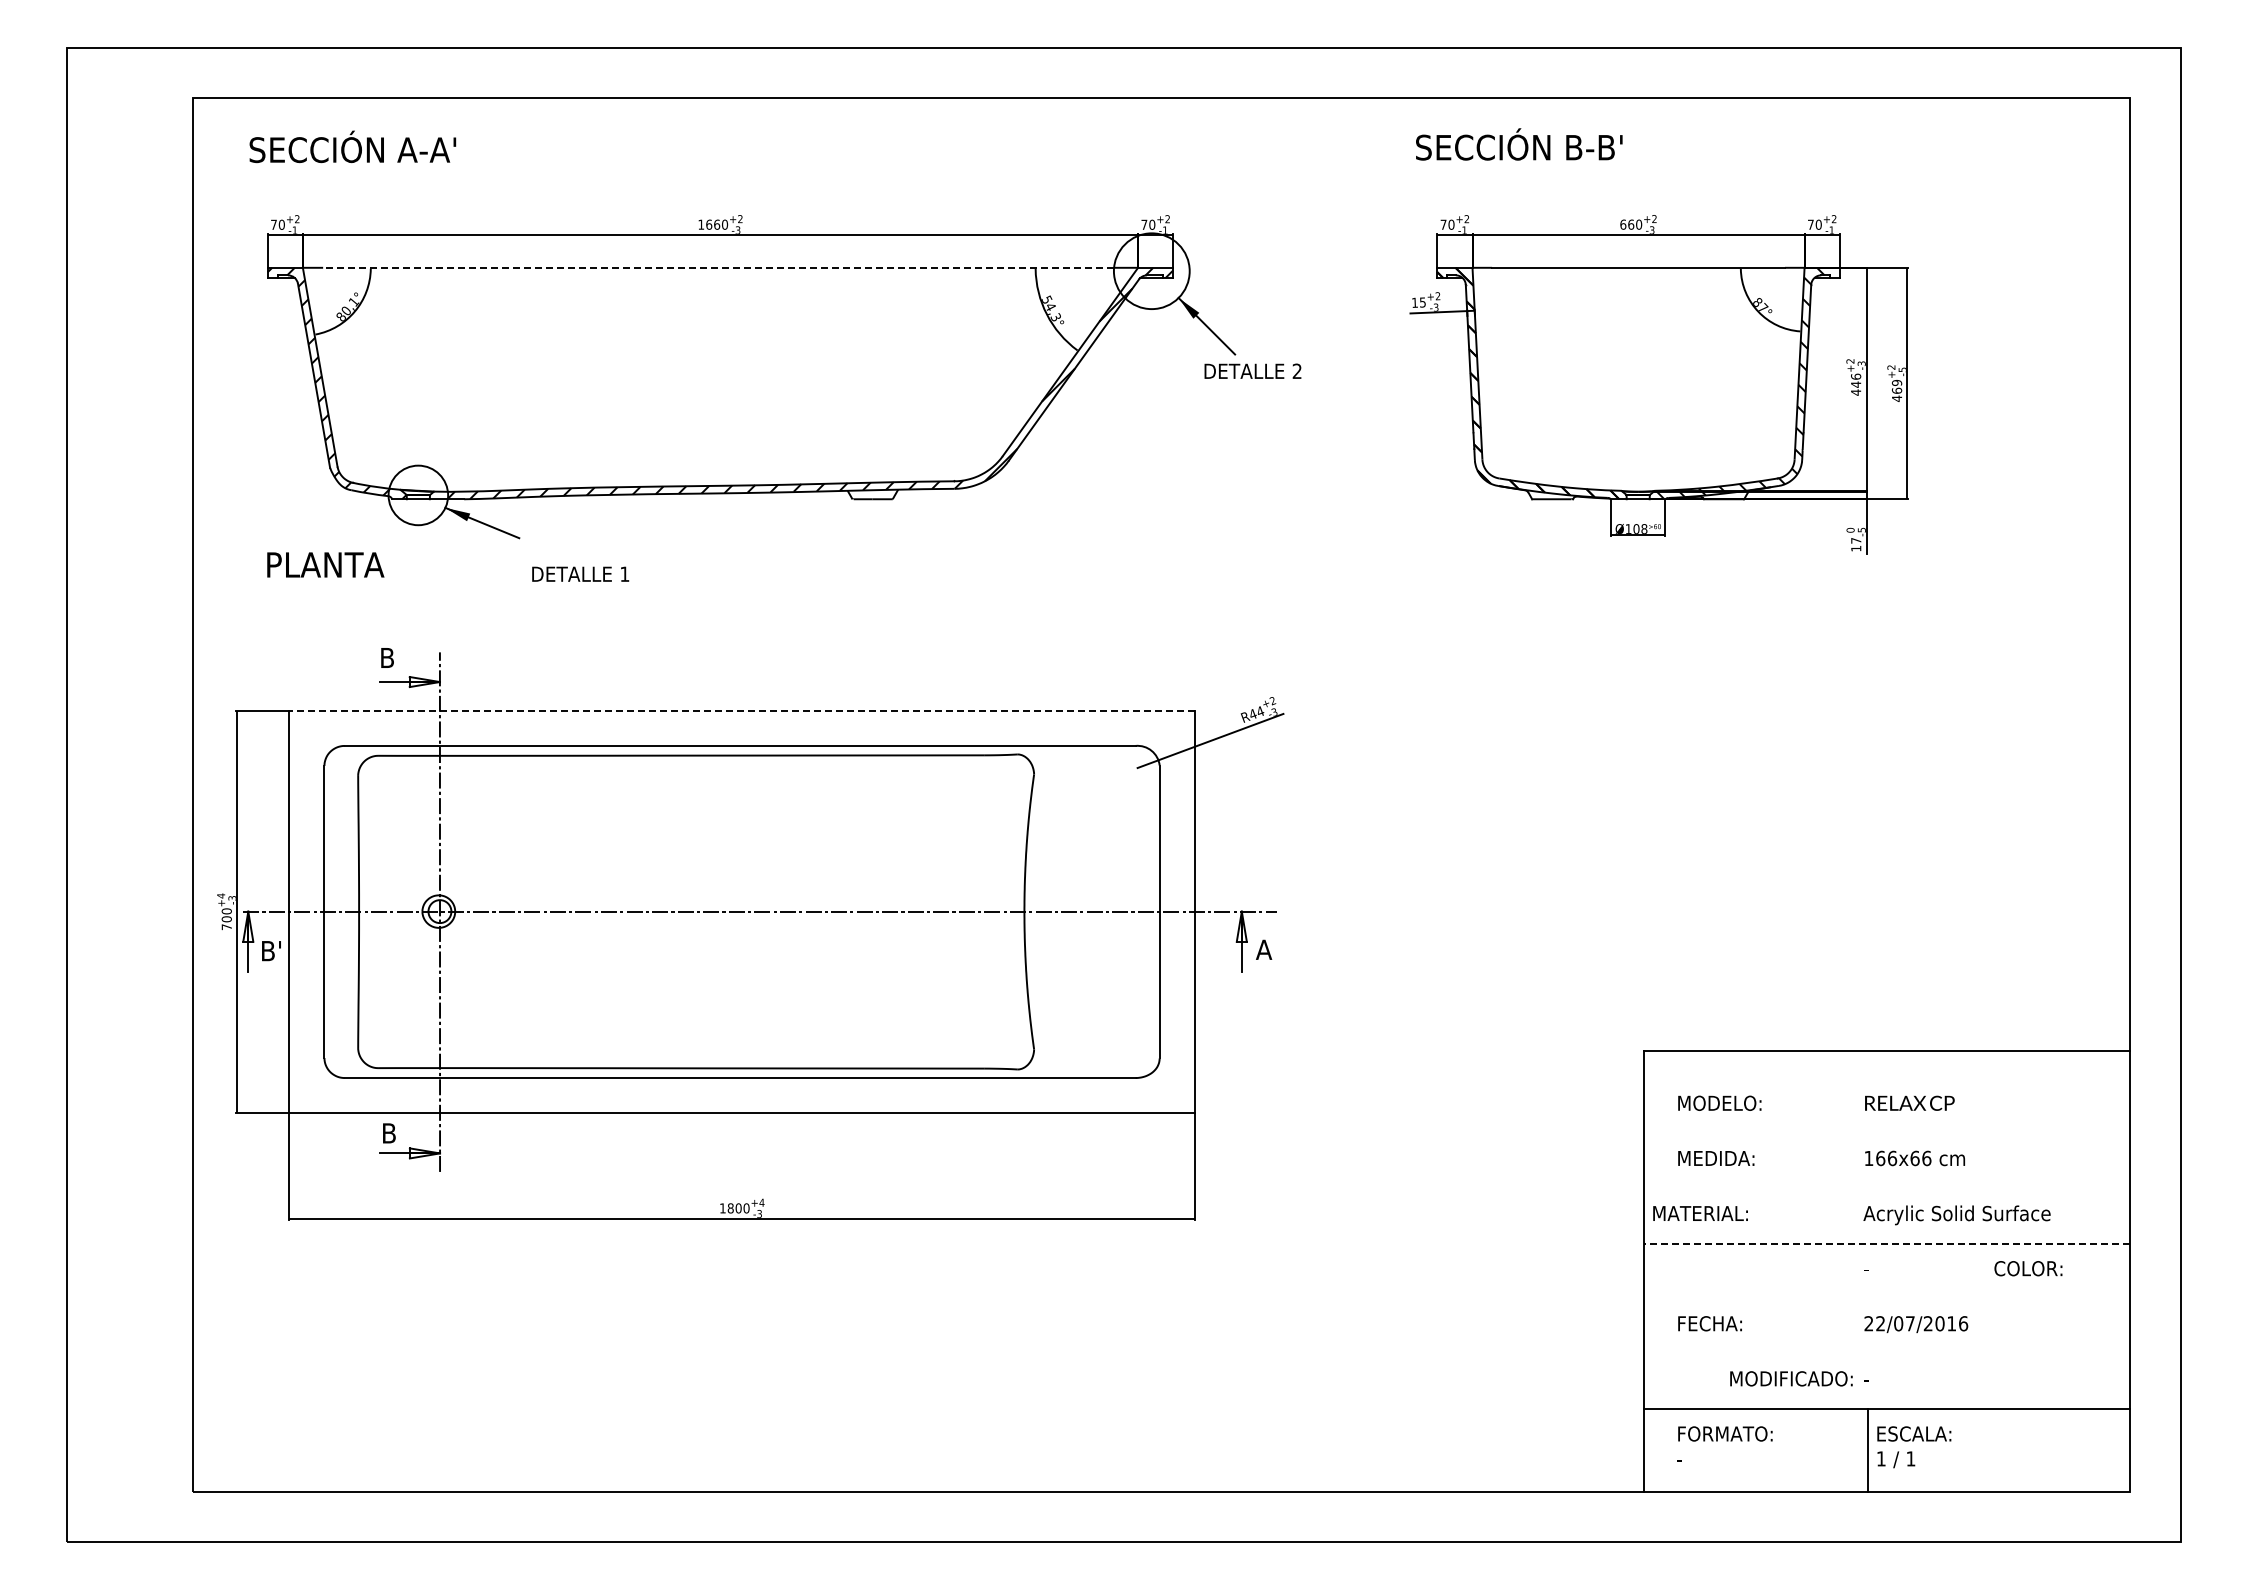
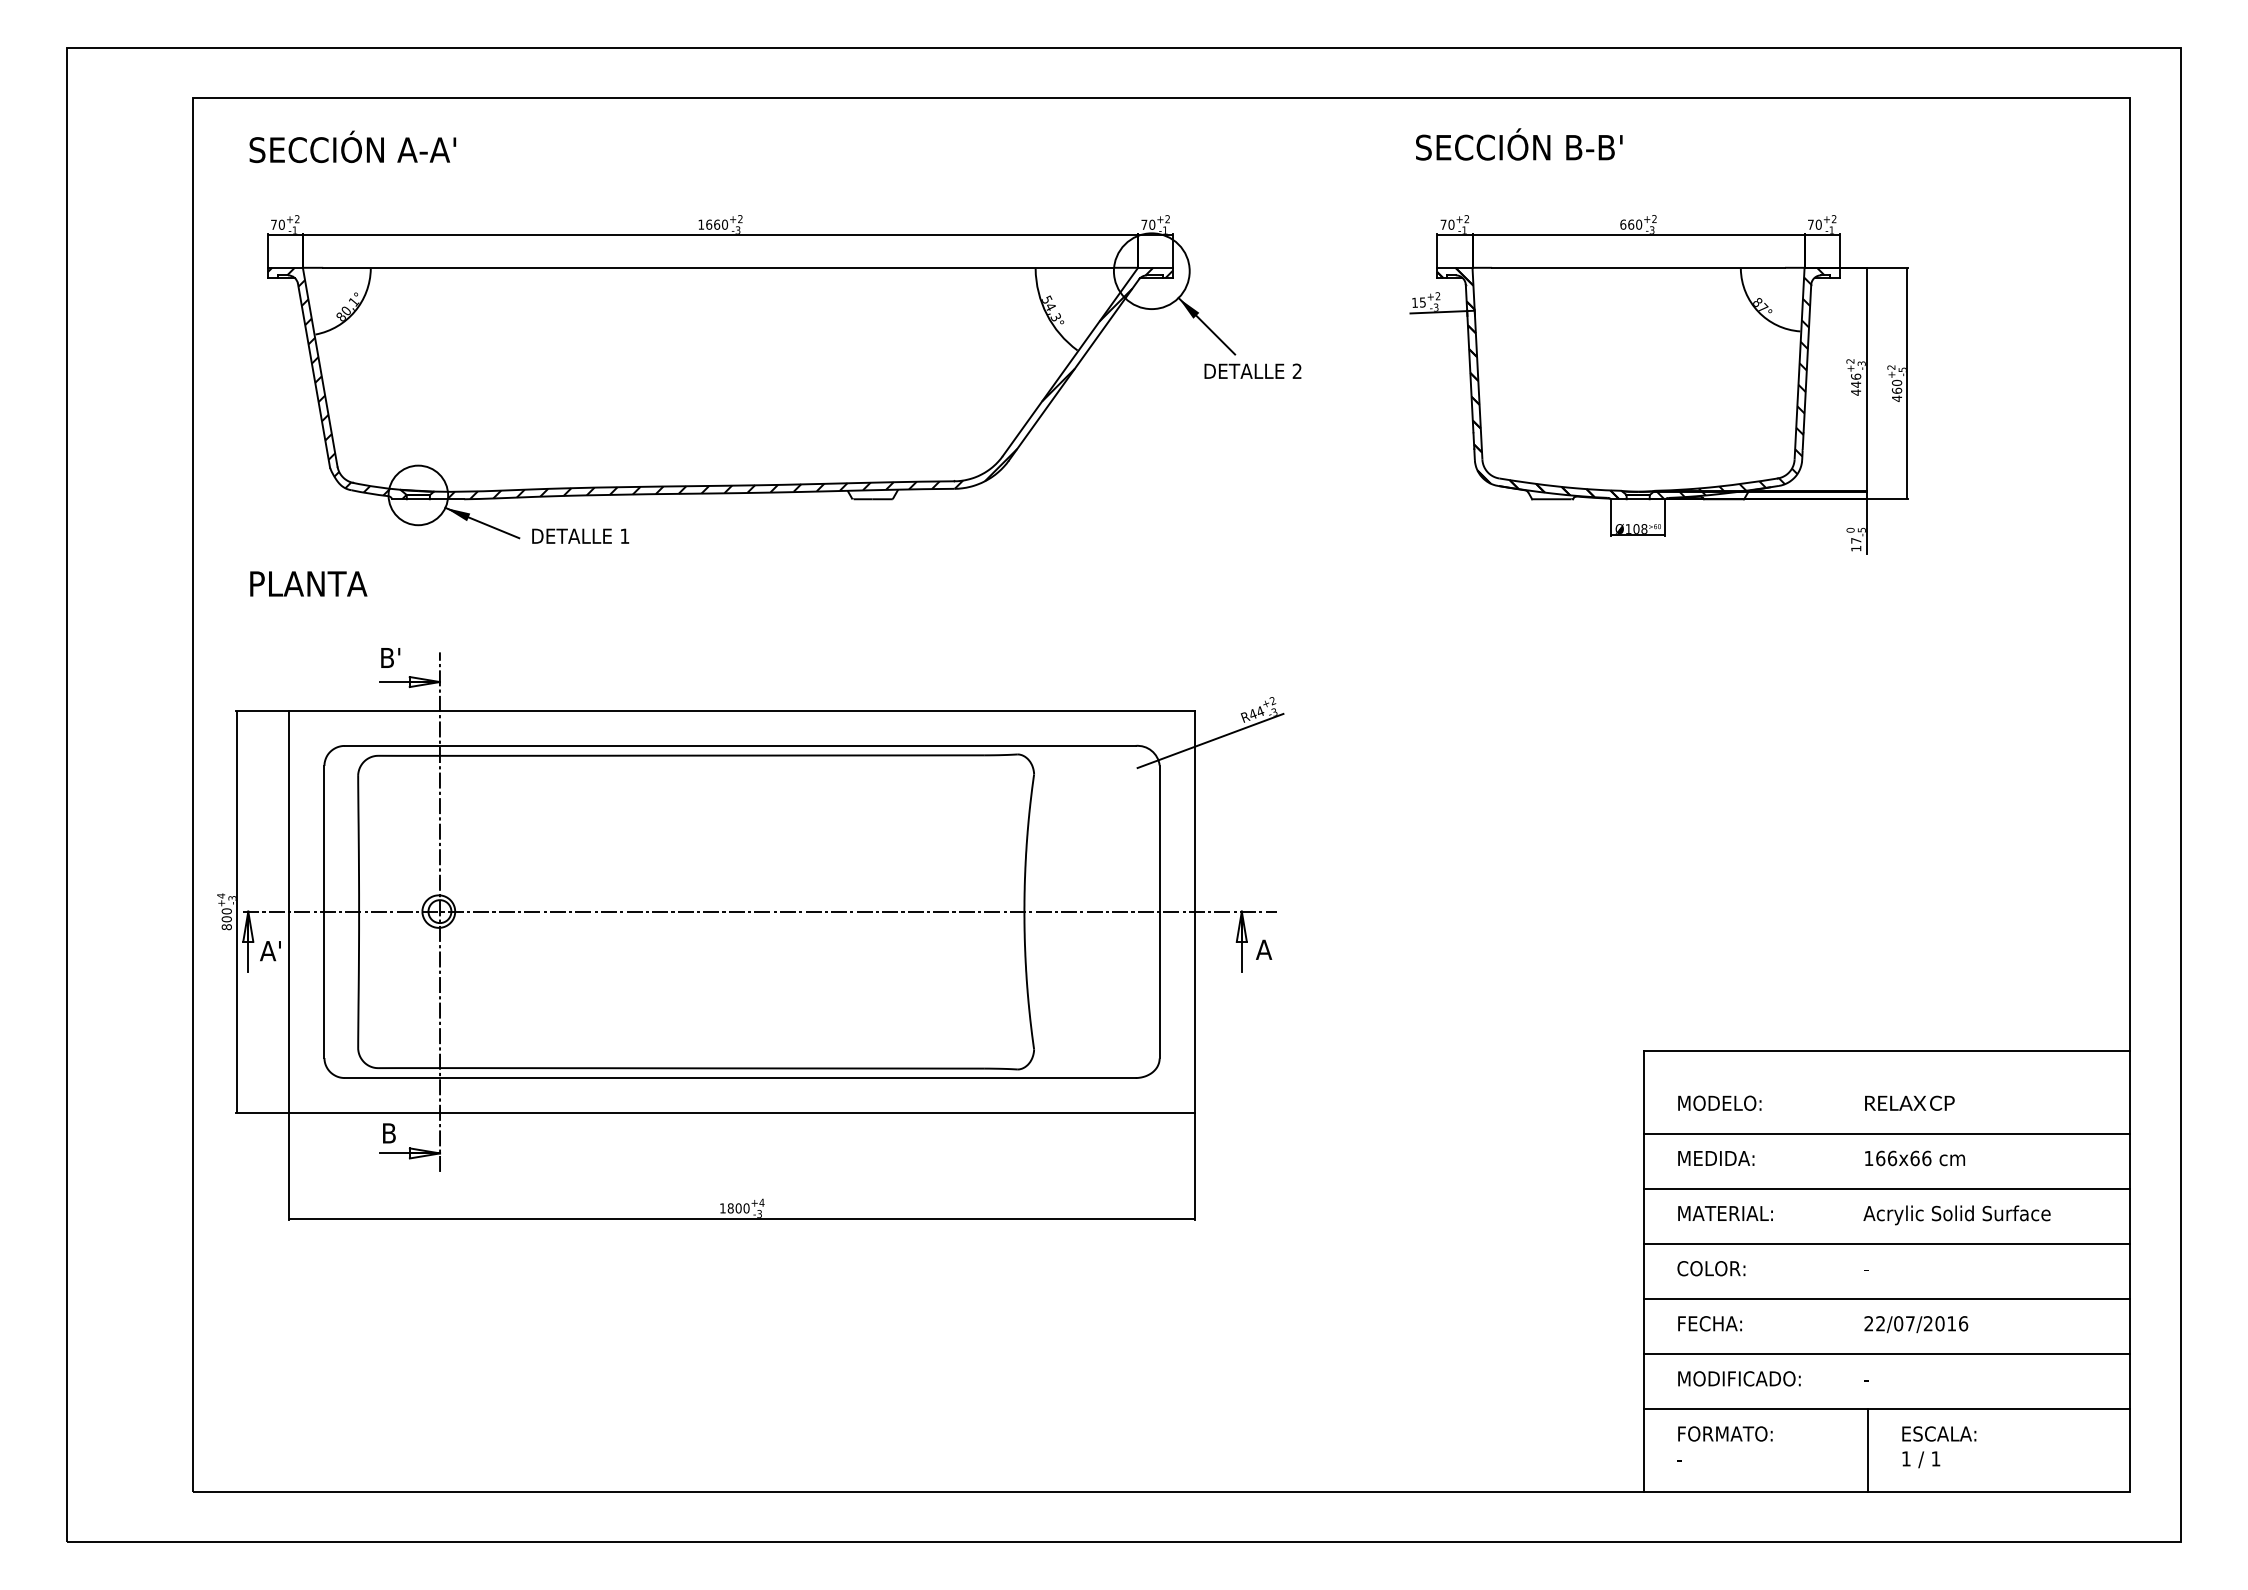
line at (718, 267): dashed -> solid
text at (1897, 382): 469 -> 460
text at (325, 564) position: (325, 564) -> (308, 583)
text at (580, 573) position: (580, 573) -> (580, 535)
text at (399, 651): B -> B'
line at (742, 710): dashed -> solid
text at (226, 927): 700 -> 800
text at (268, 951): B' -> A'
line at (1886, 1133): none -> present
line at (1886, 1188): none -> present
text at (1700, 1213) position: (1700, 1213) -> (1725, 1213)
line at (1886, 1243): dashed -> solid
text at (2028, 1268) position: (2028, 1268) -> (1711, 1268)
line at (1886, 1298): none -> present
line at (1886, 1354): none -> present
text at (1791, 1378) position: (1791, 1378) -> (1739, 1378)
text at (1914, 1447) position: (1914, 1447) -> (1939, 1447)
